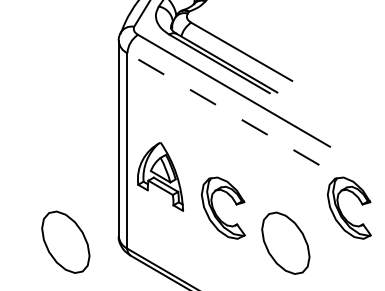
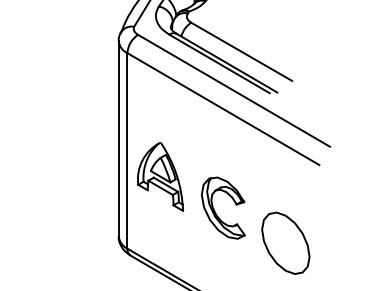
line at (223, 108): dashed -> solid
part at (341, 211): present -> none
part at (65, 241): present -> none
